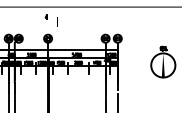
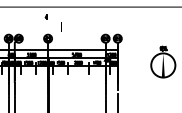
part at (57, 21) position: (57, 21) -> (61, 26)
